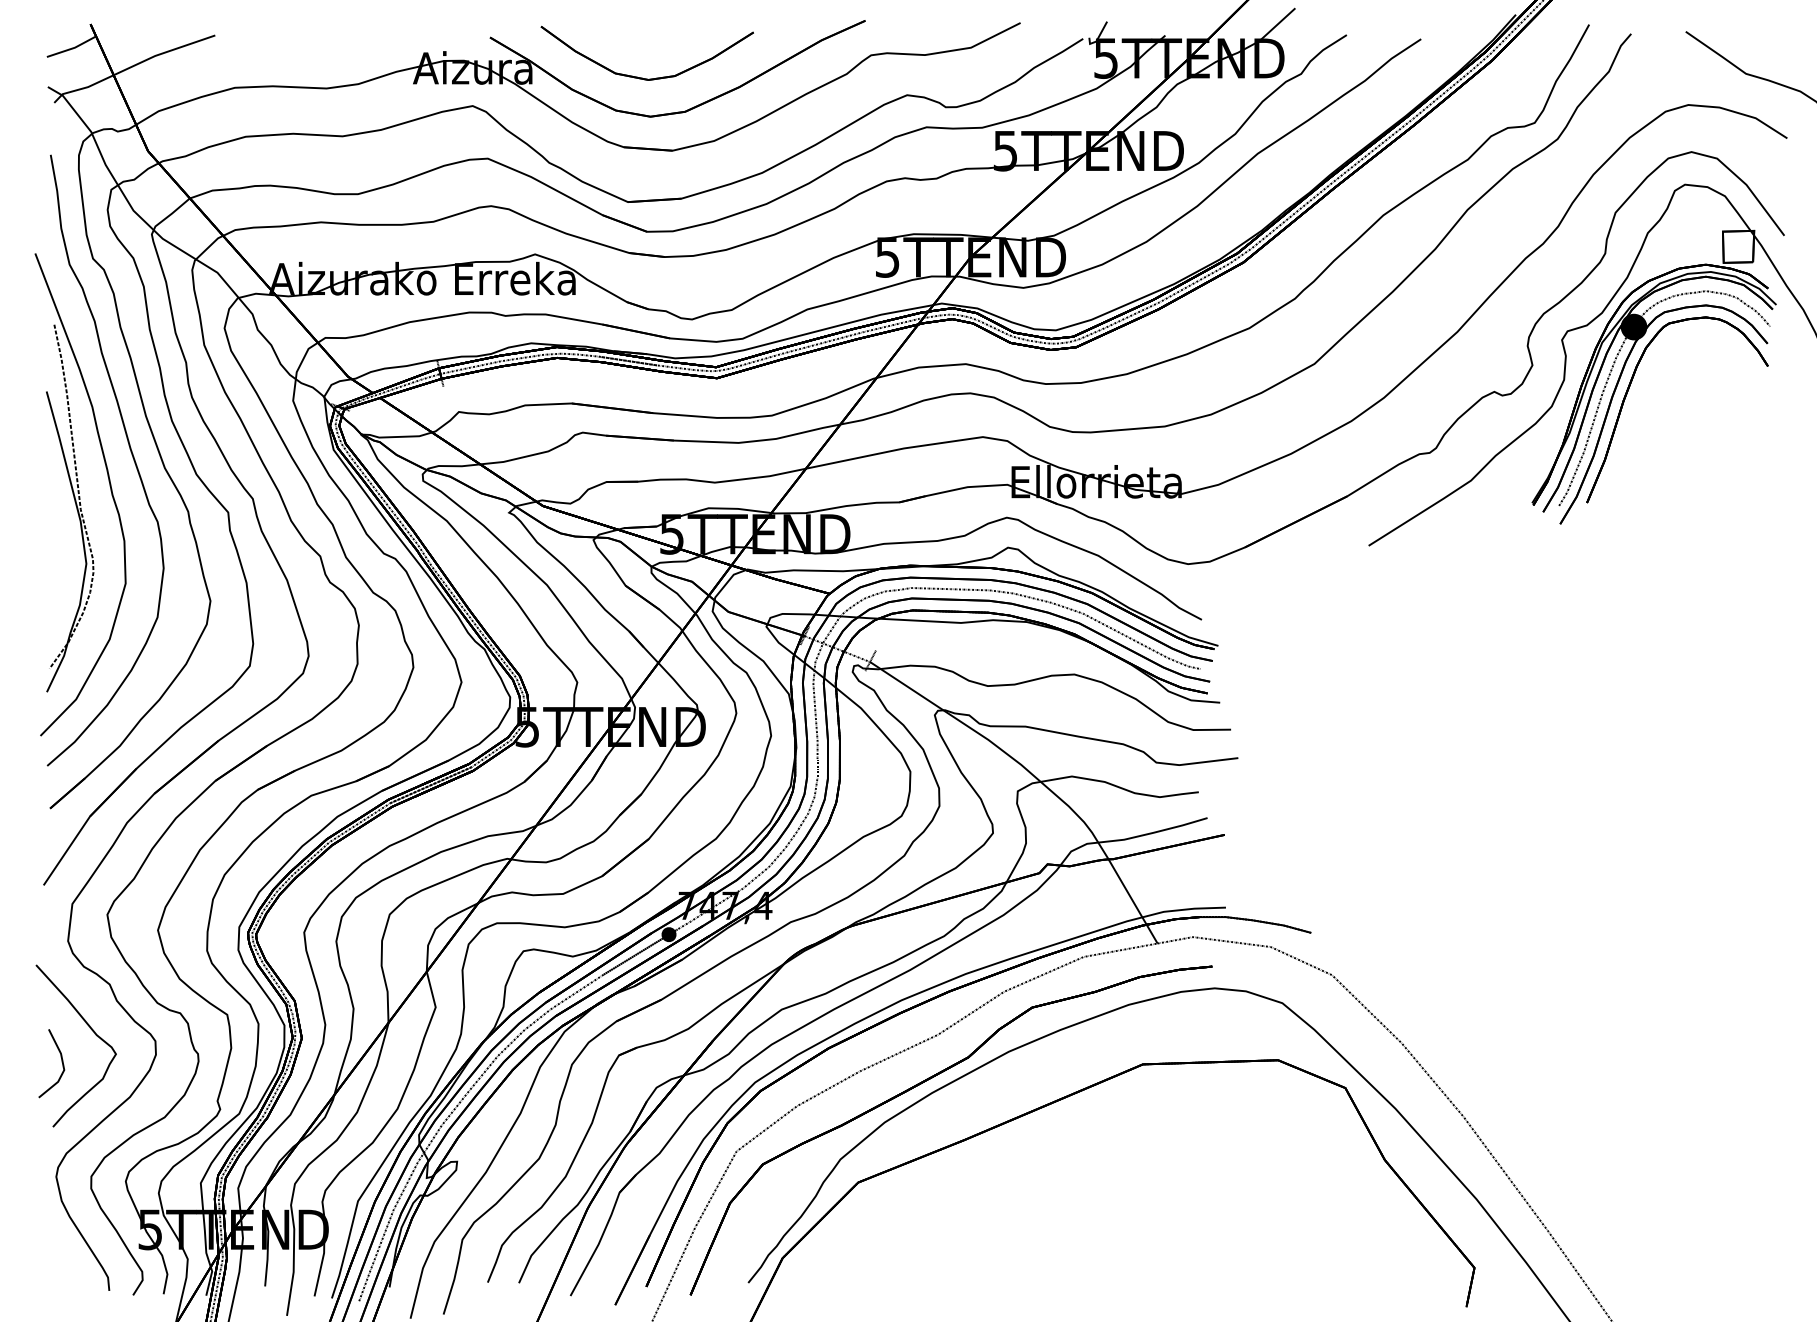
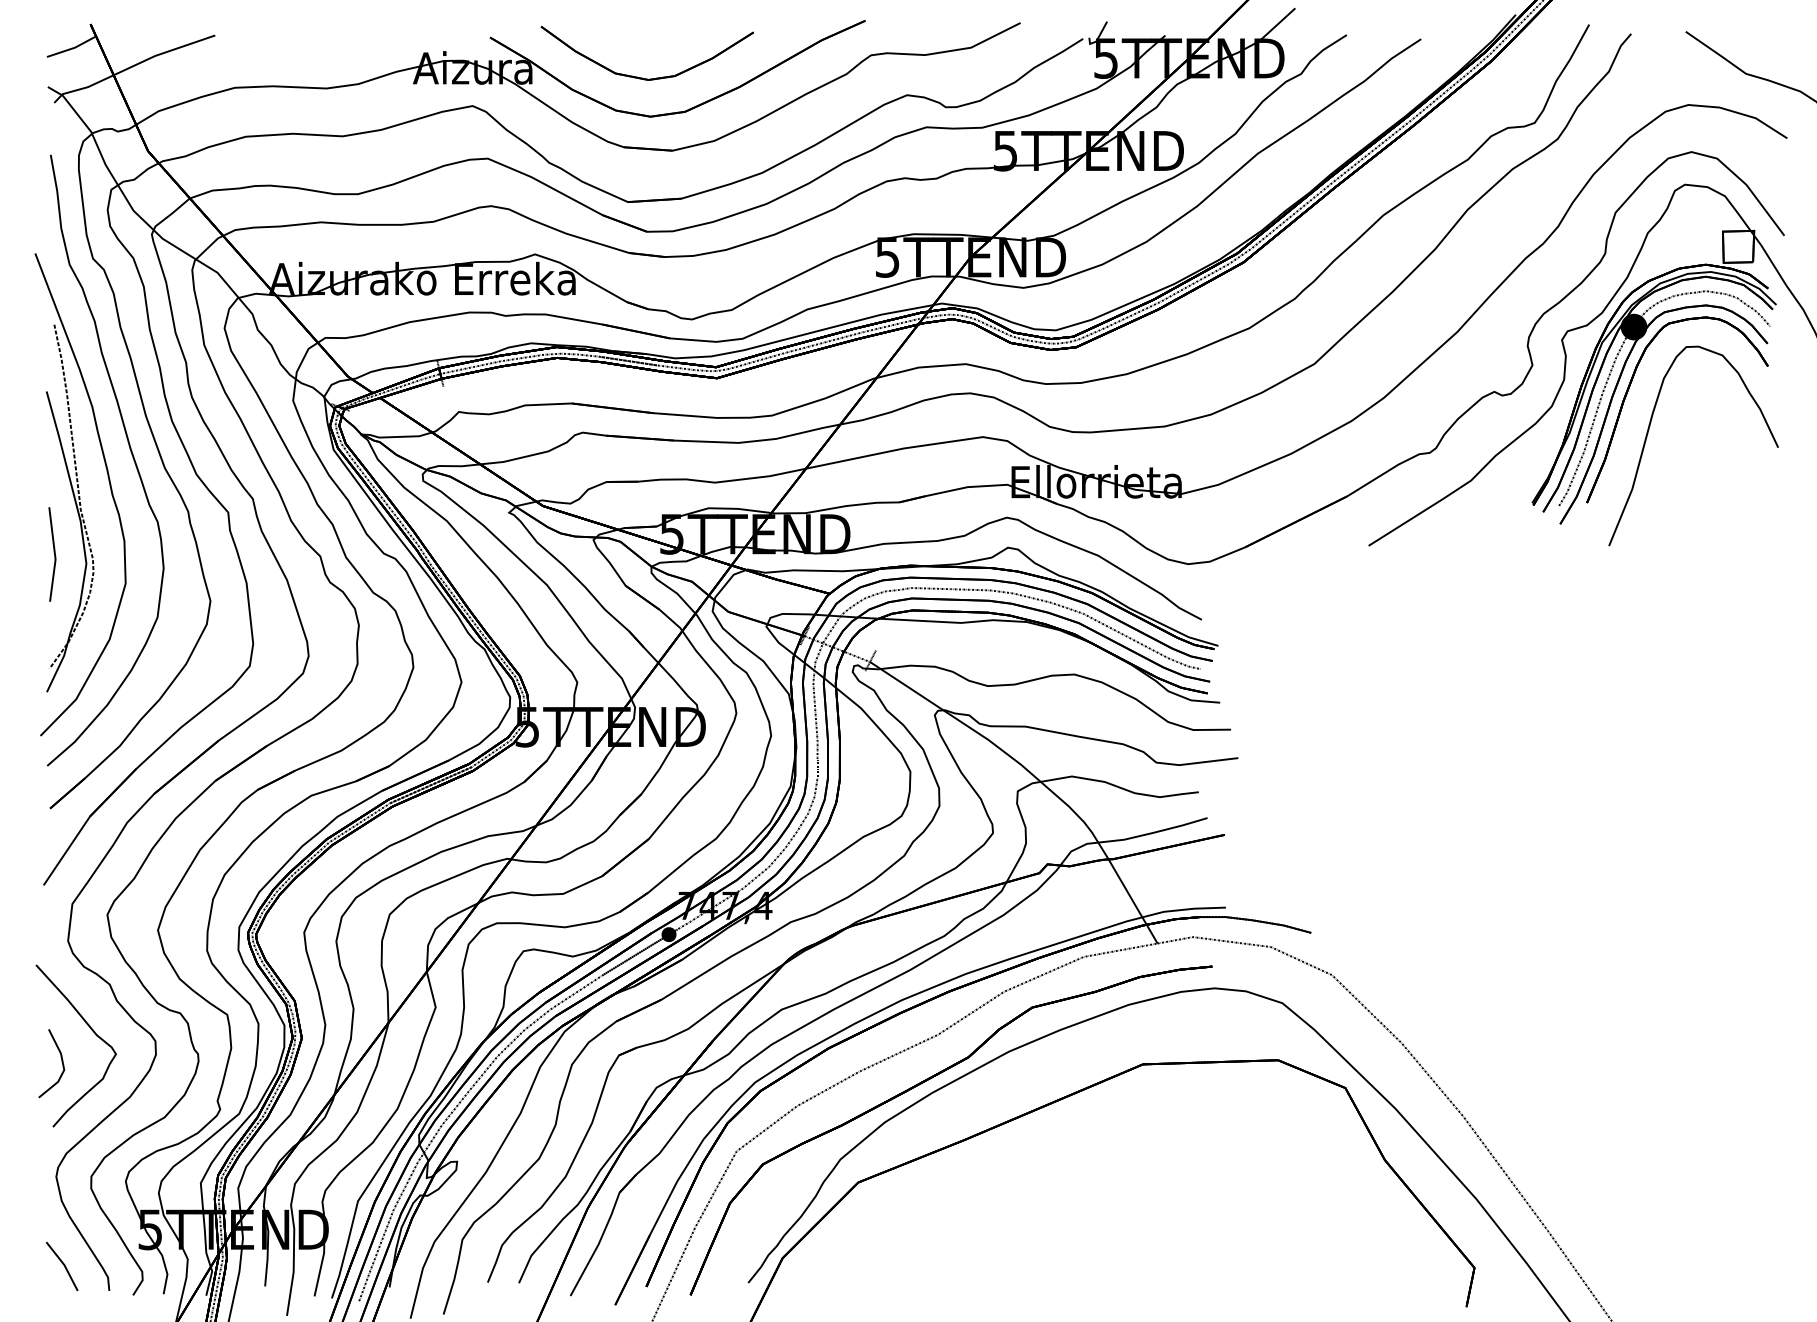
curve at (1649, 430): none -> present
part at (52, 554): none -> present
line at (62, 1264): none -> present
